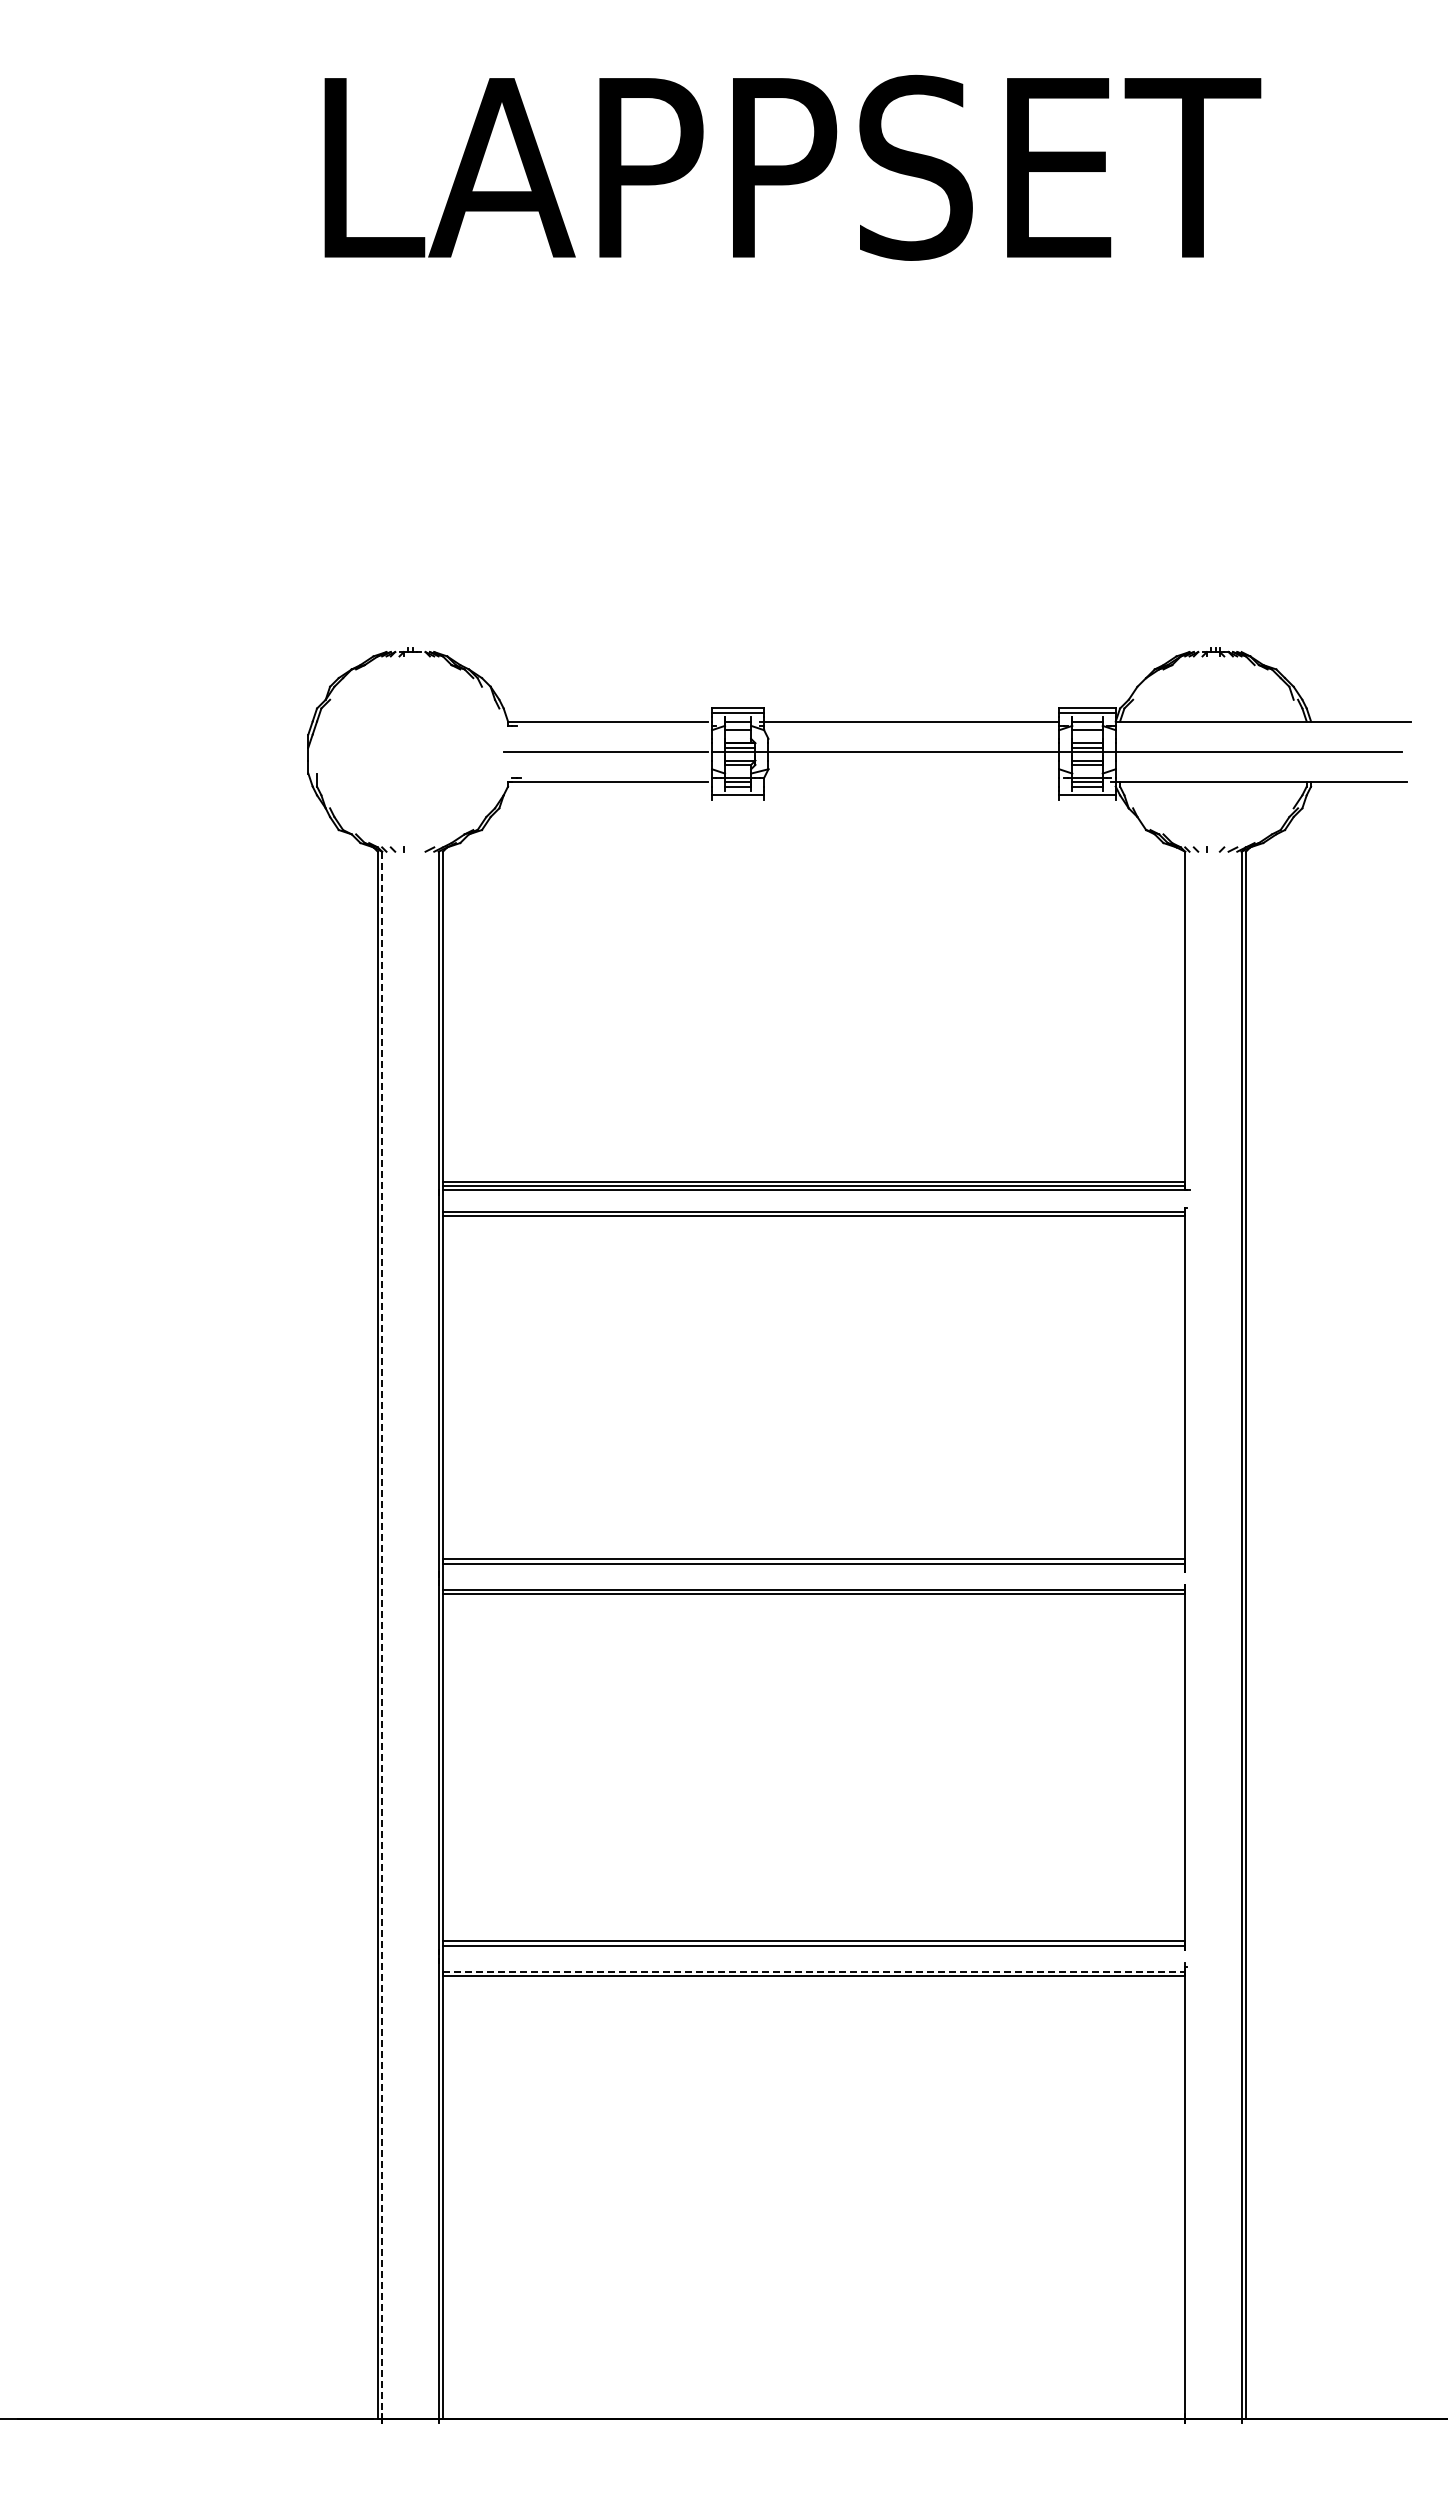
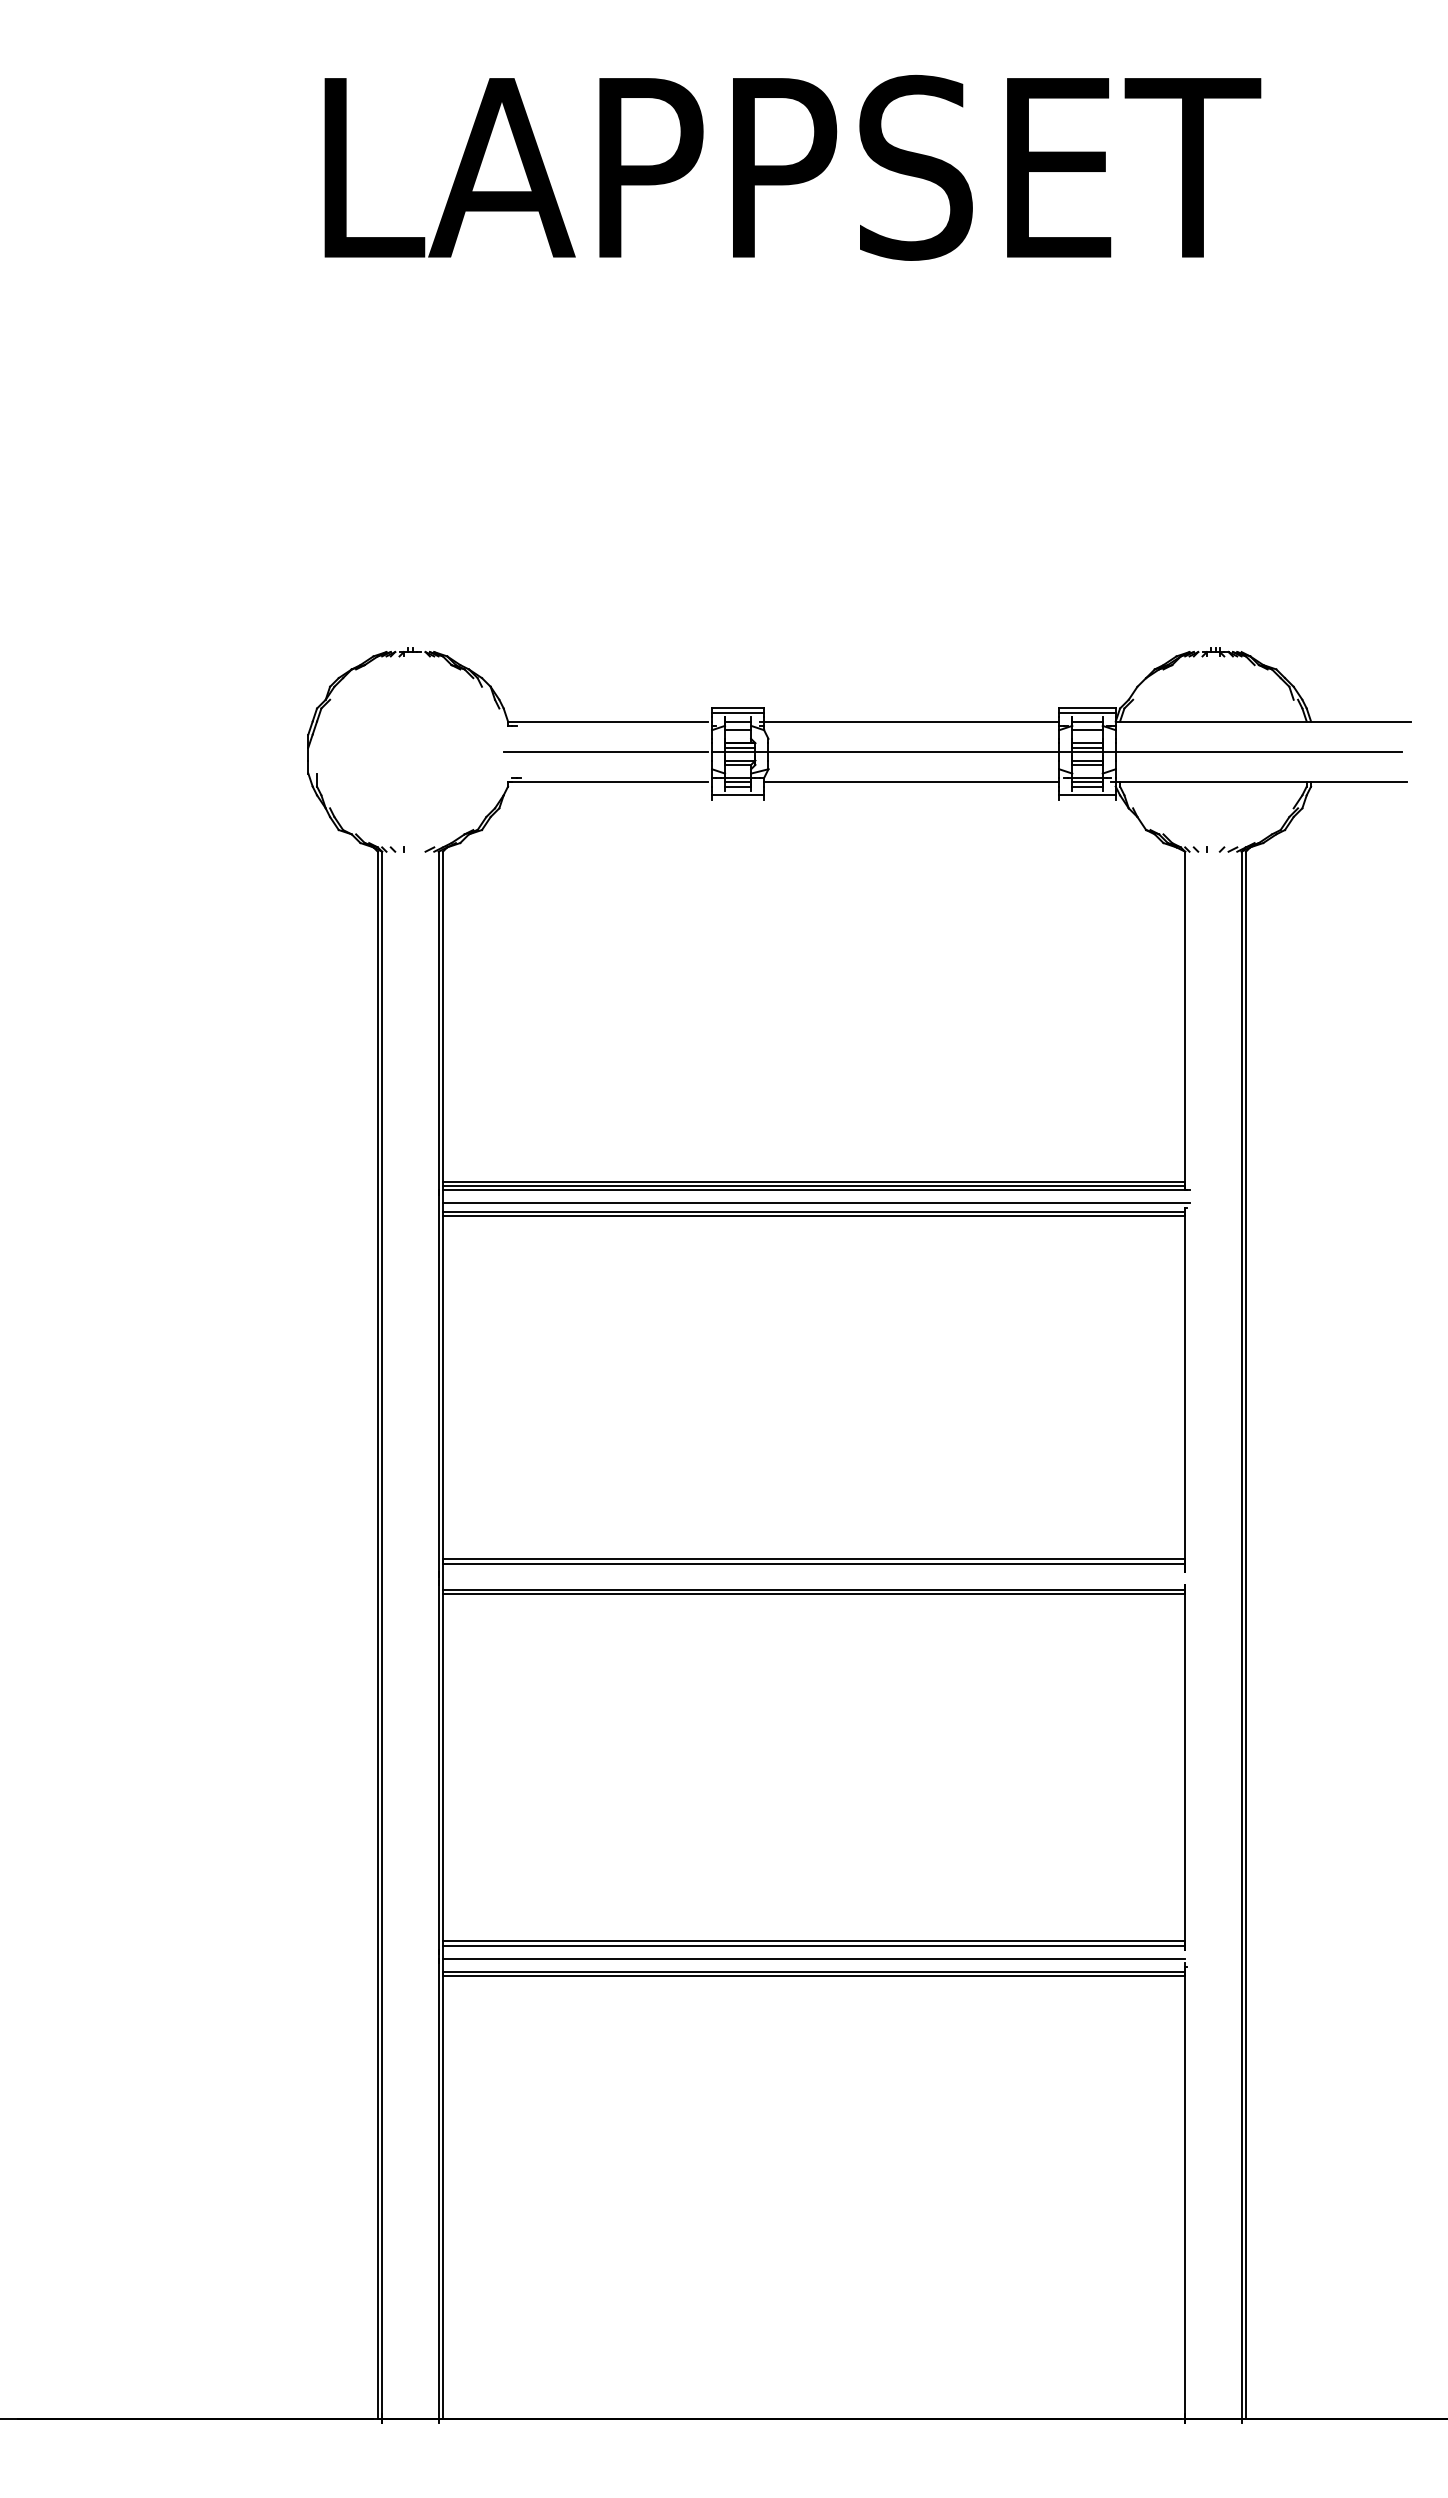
line at (911, 782): none -> present
line at (815, 1203): none -> present
line at (382, 1635): dashed -> solid
line at (813, 1958): none -> present
line at (814, 1971): dashed -> solid
